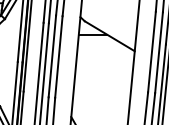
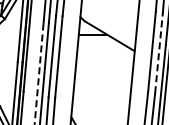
line at (159, 52): solid -> dashed
line at (39, 73): solid -> dashed
